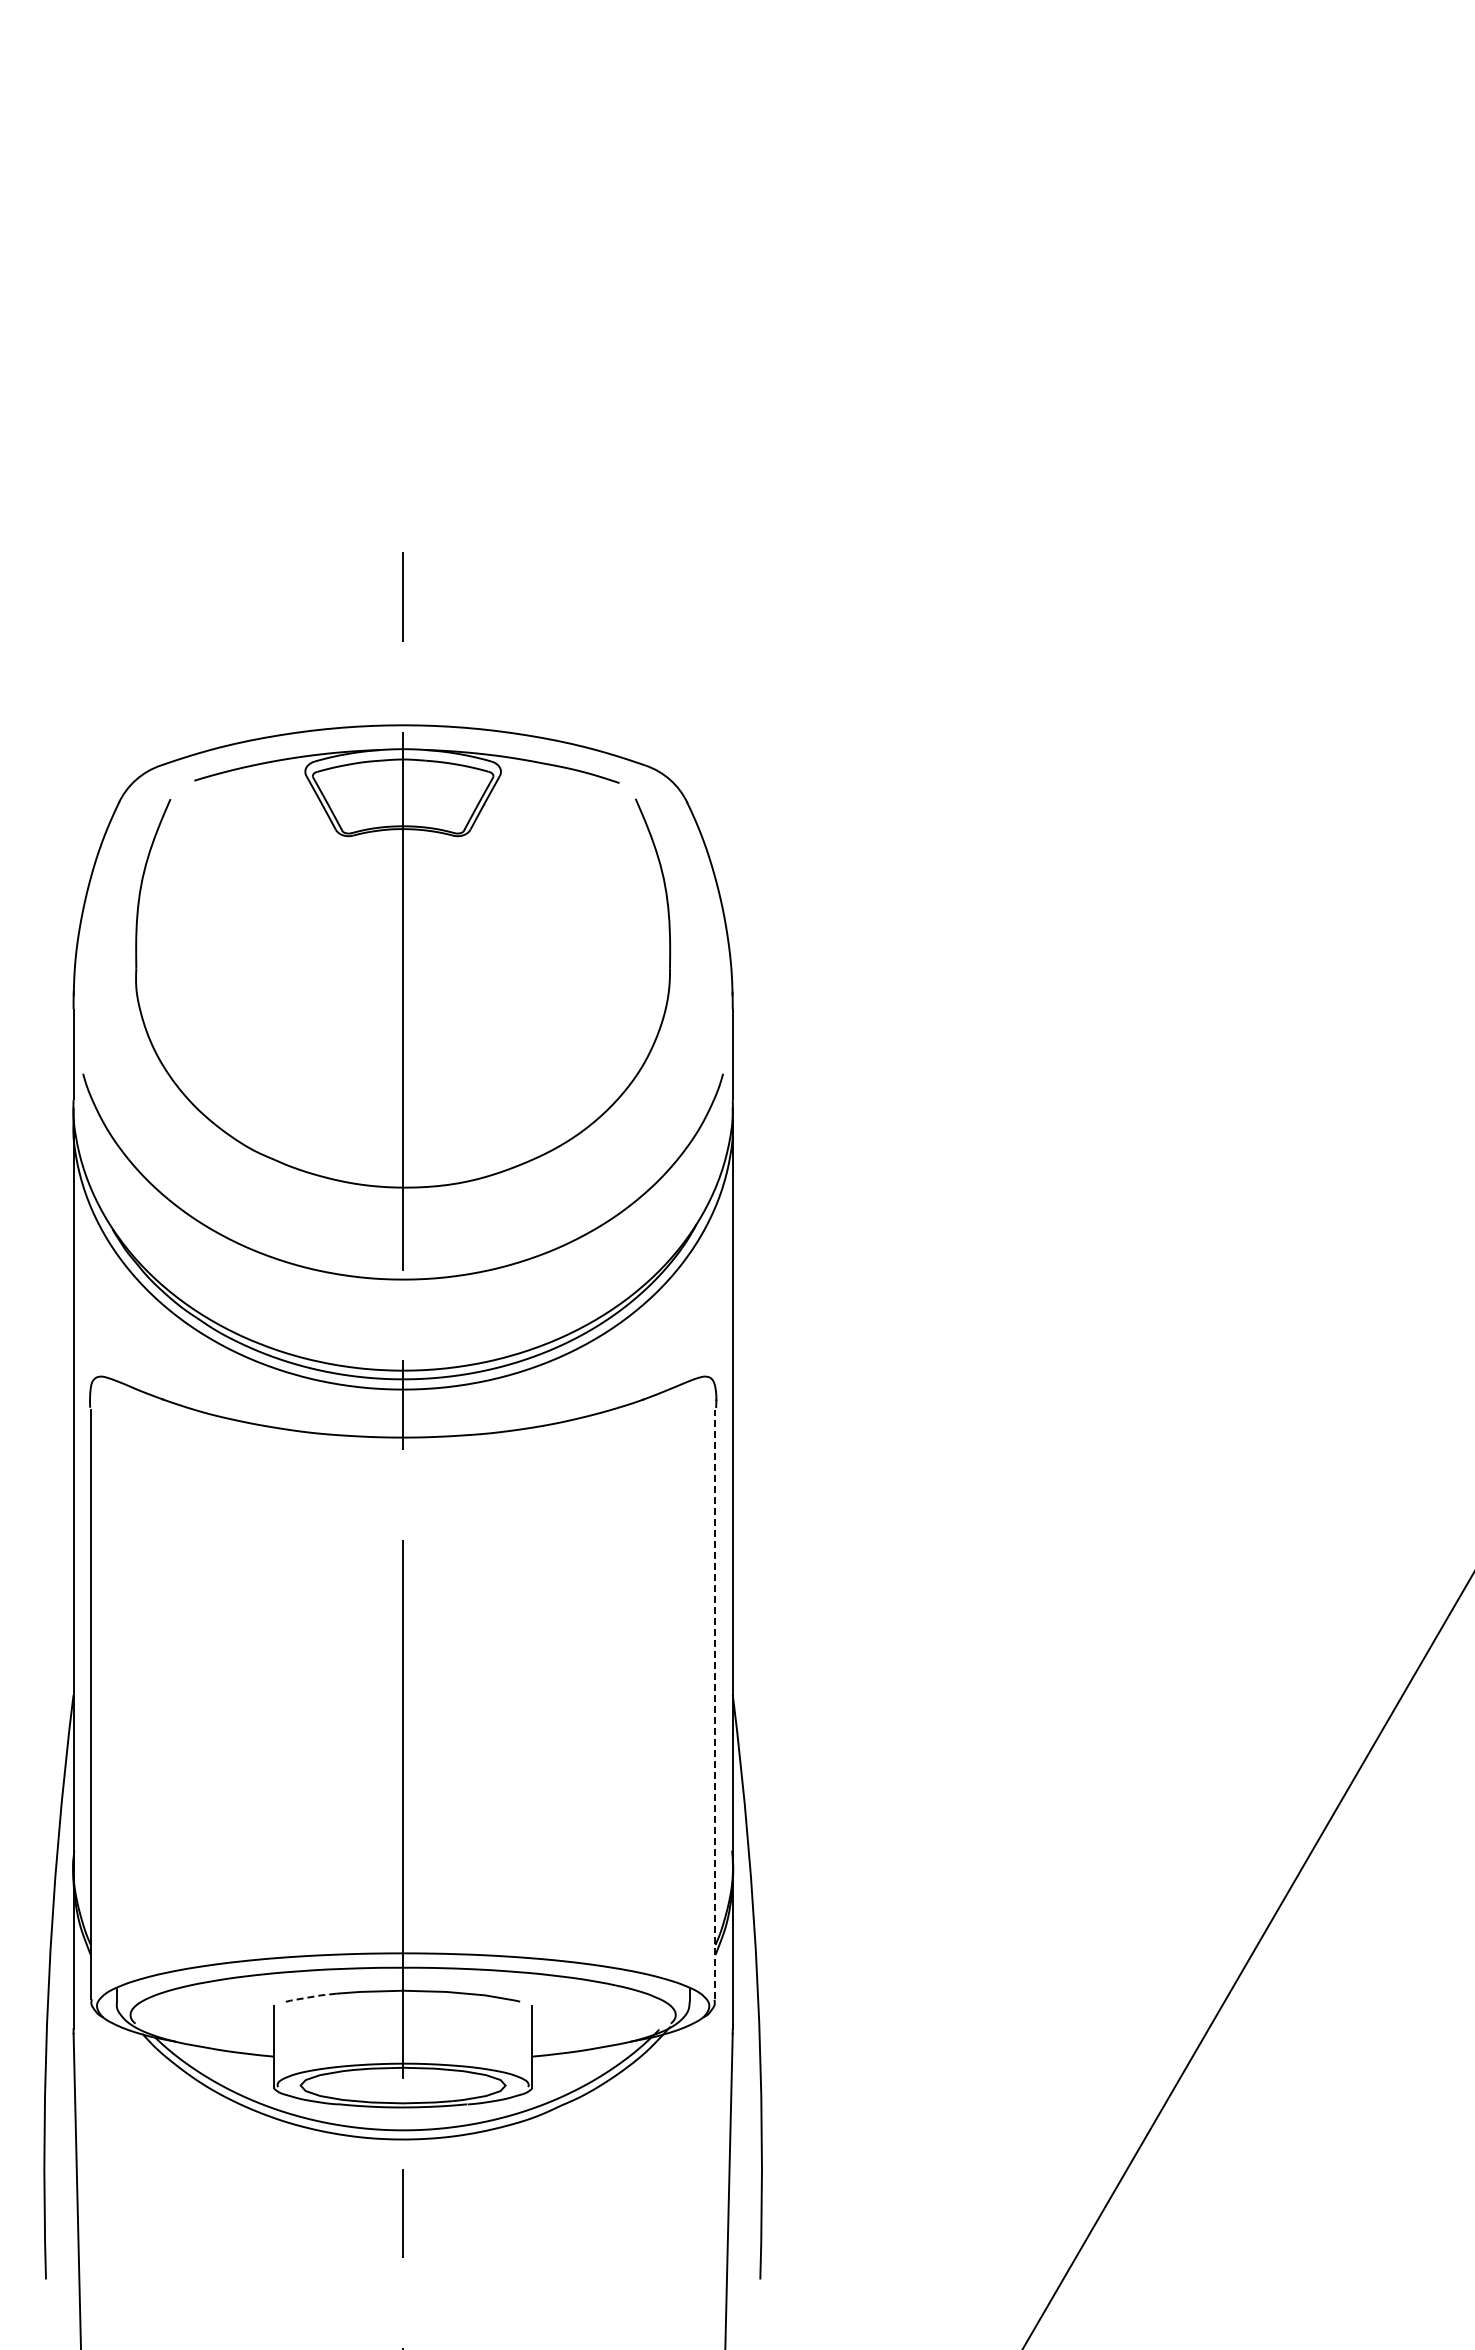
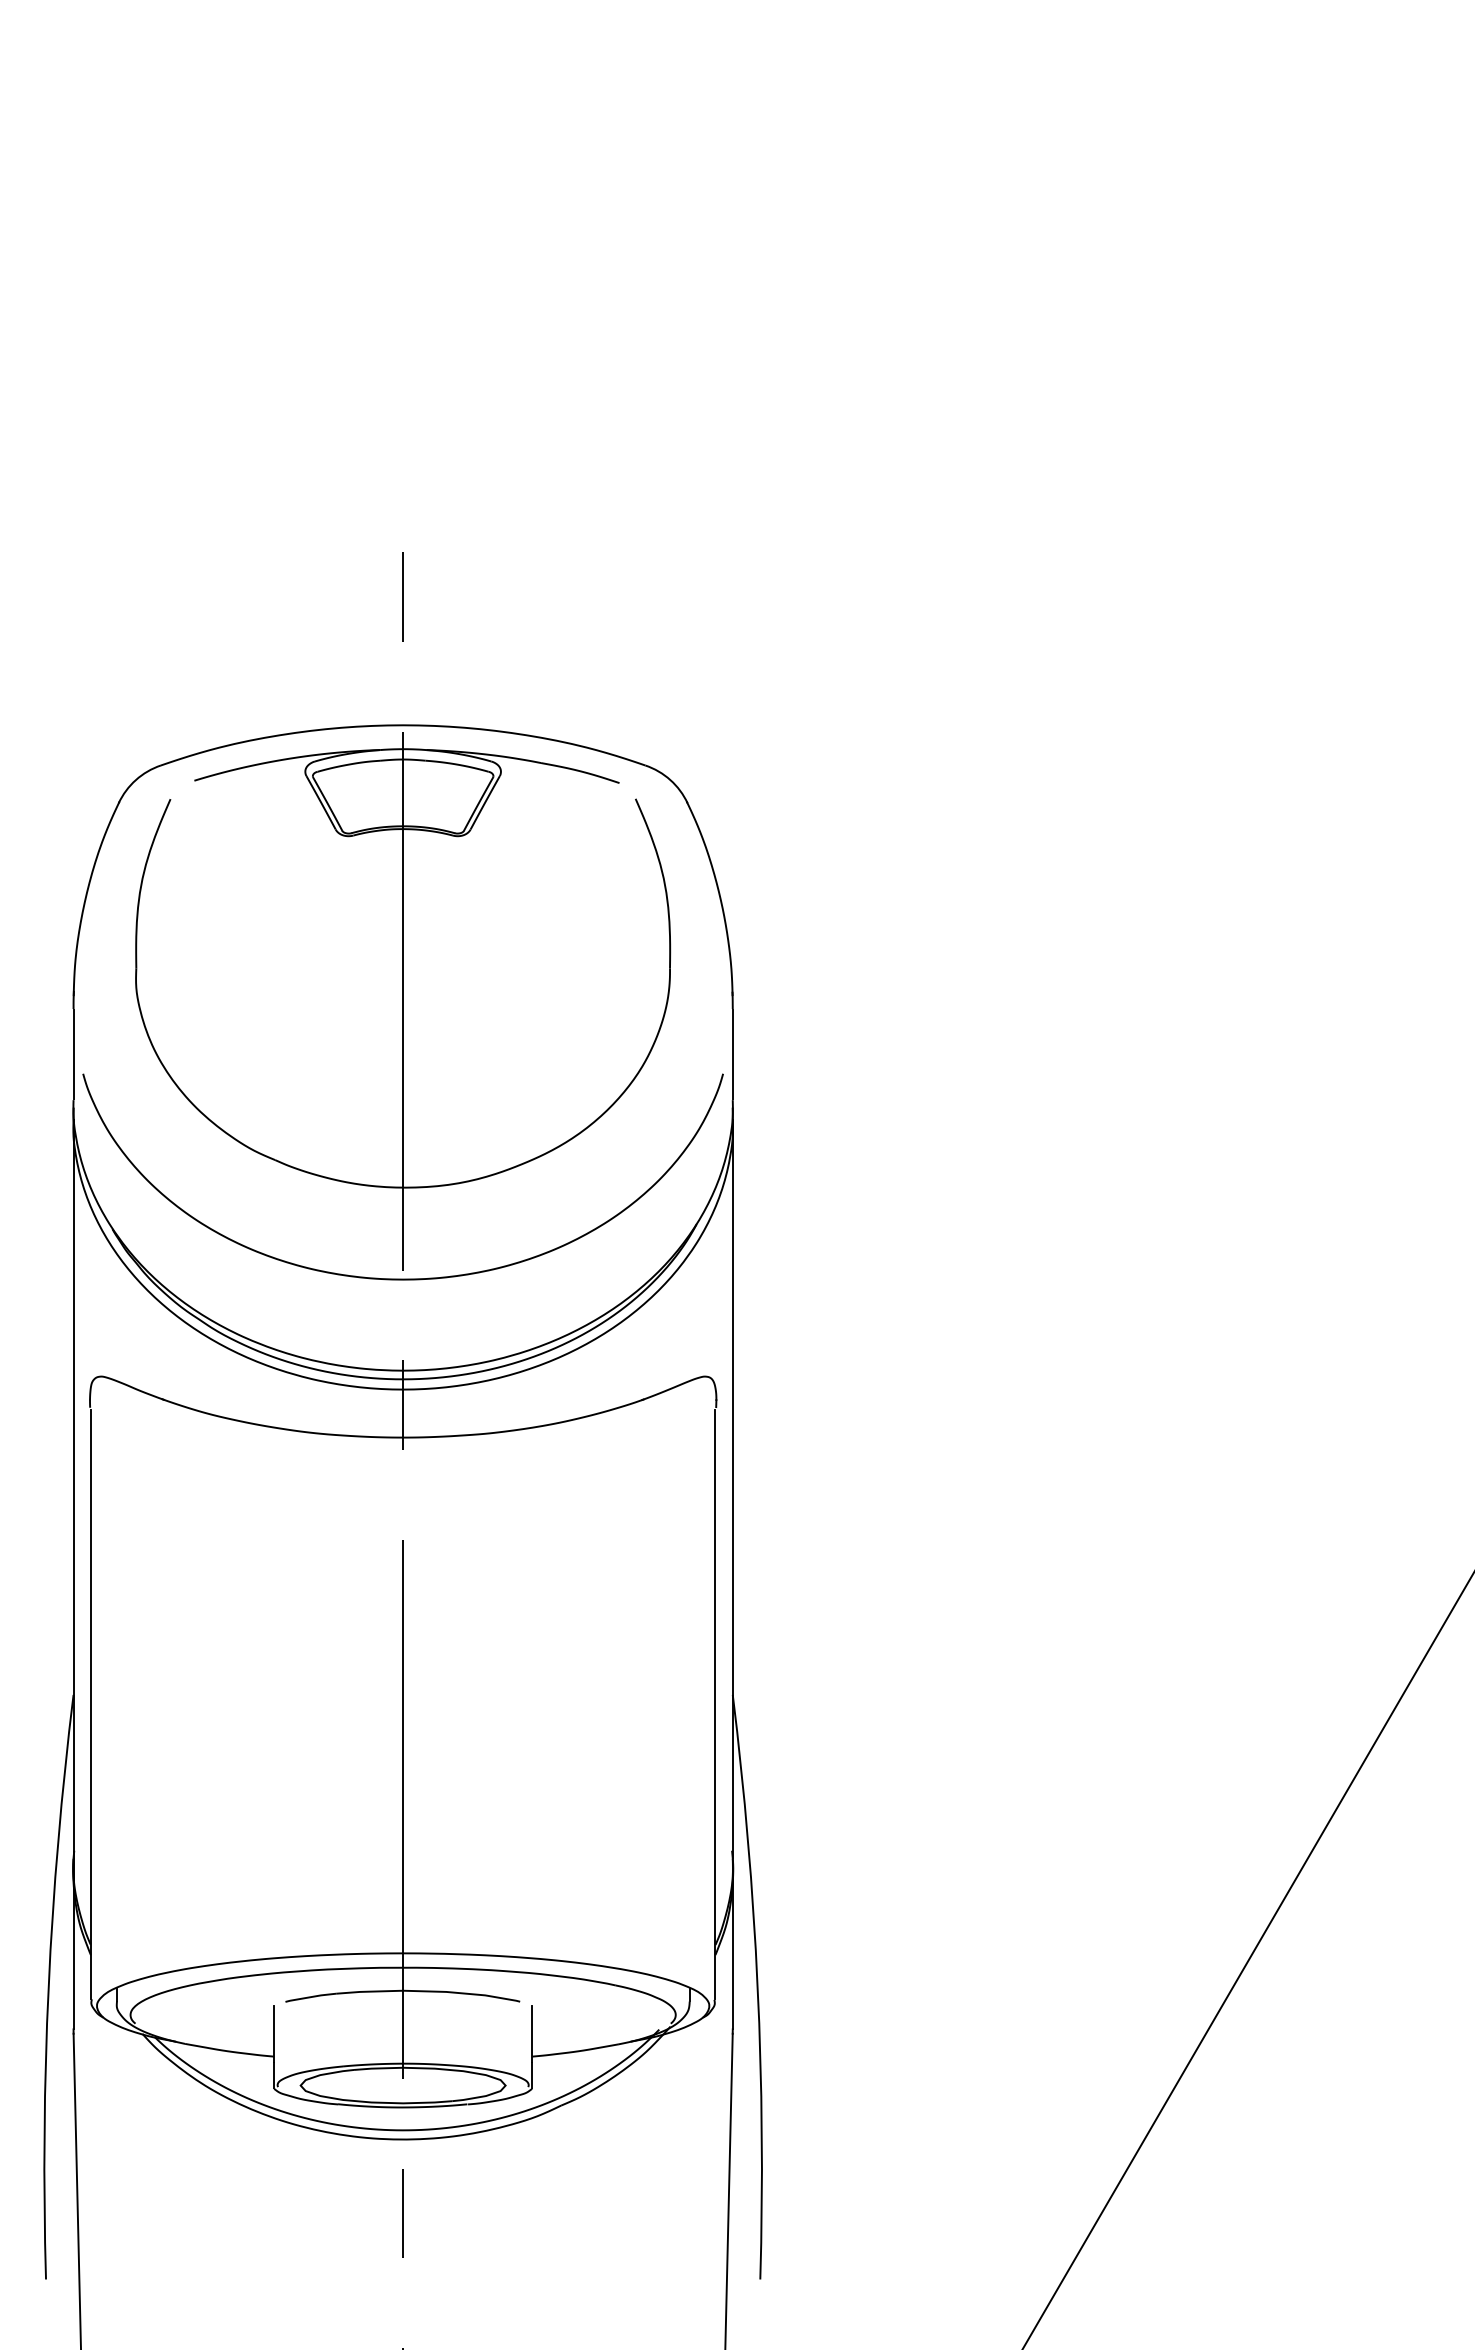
line at (714, 1704): dashed -> solid
line at (310, 1997): dashed -> solid
